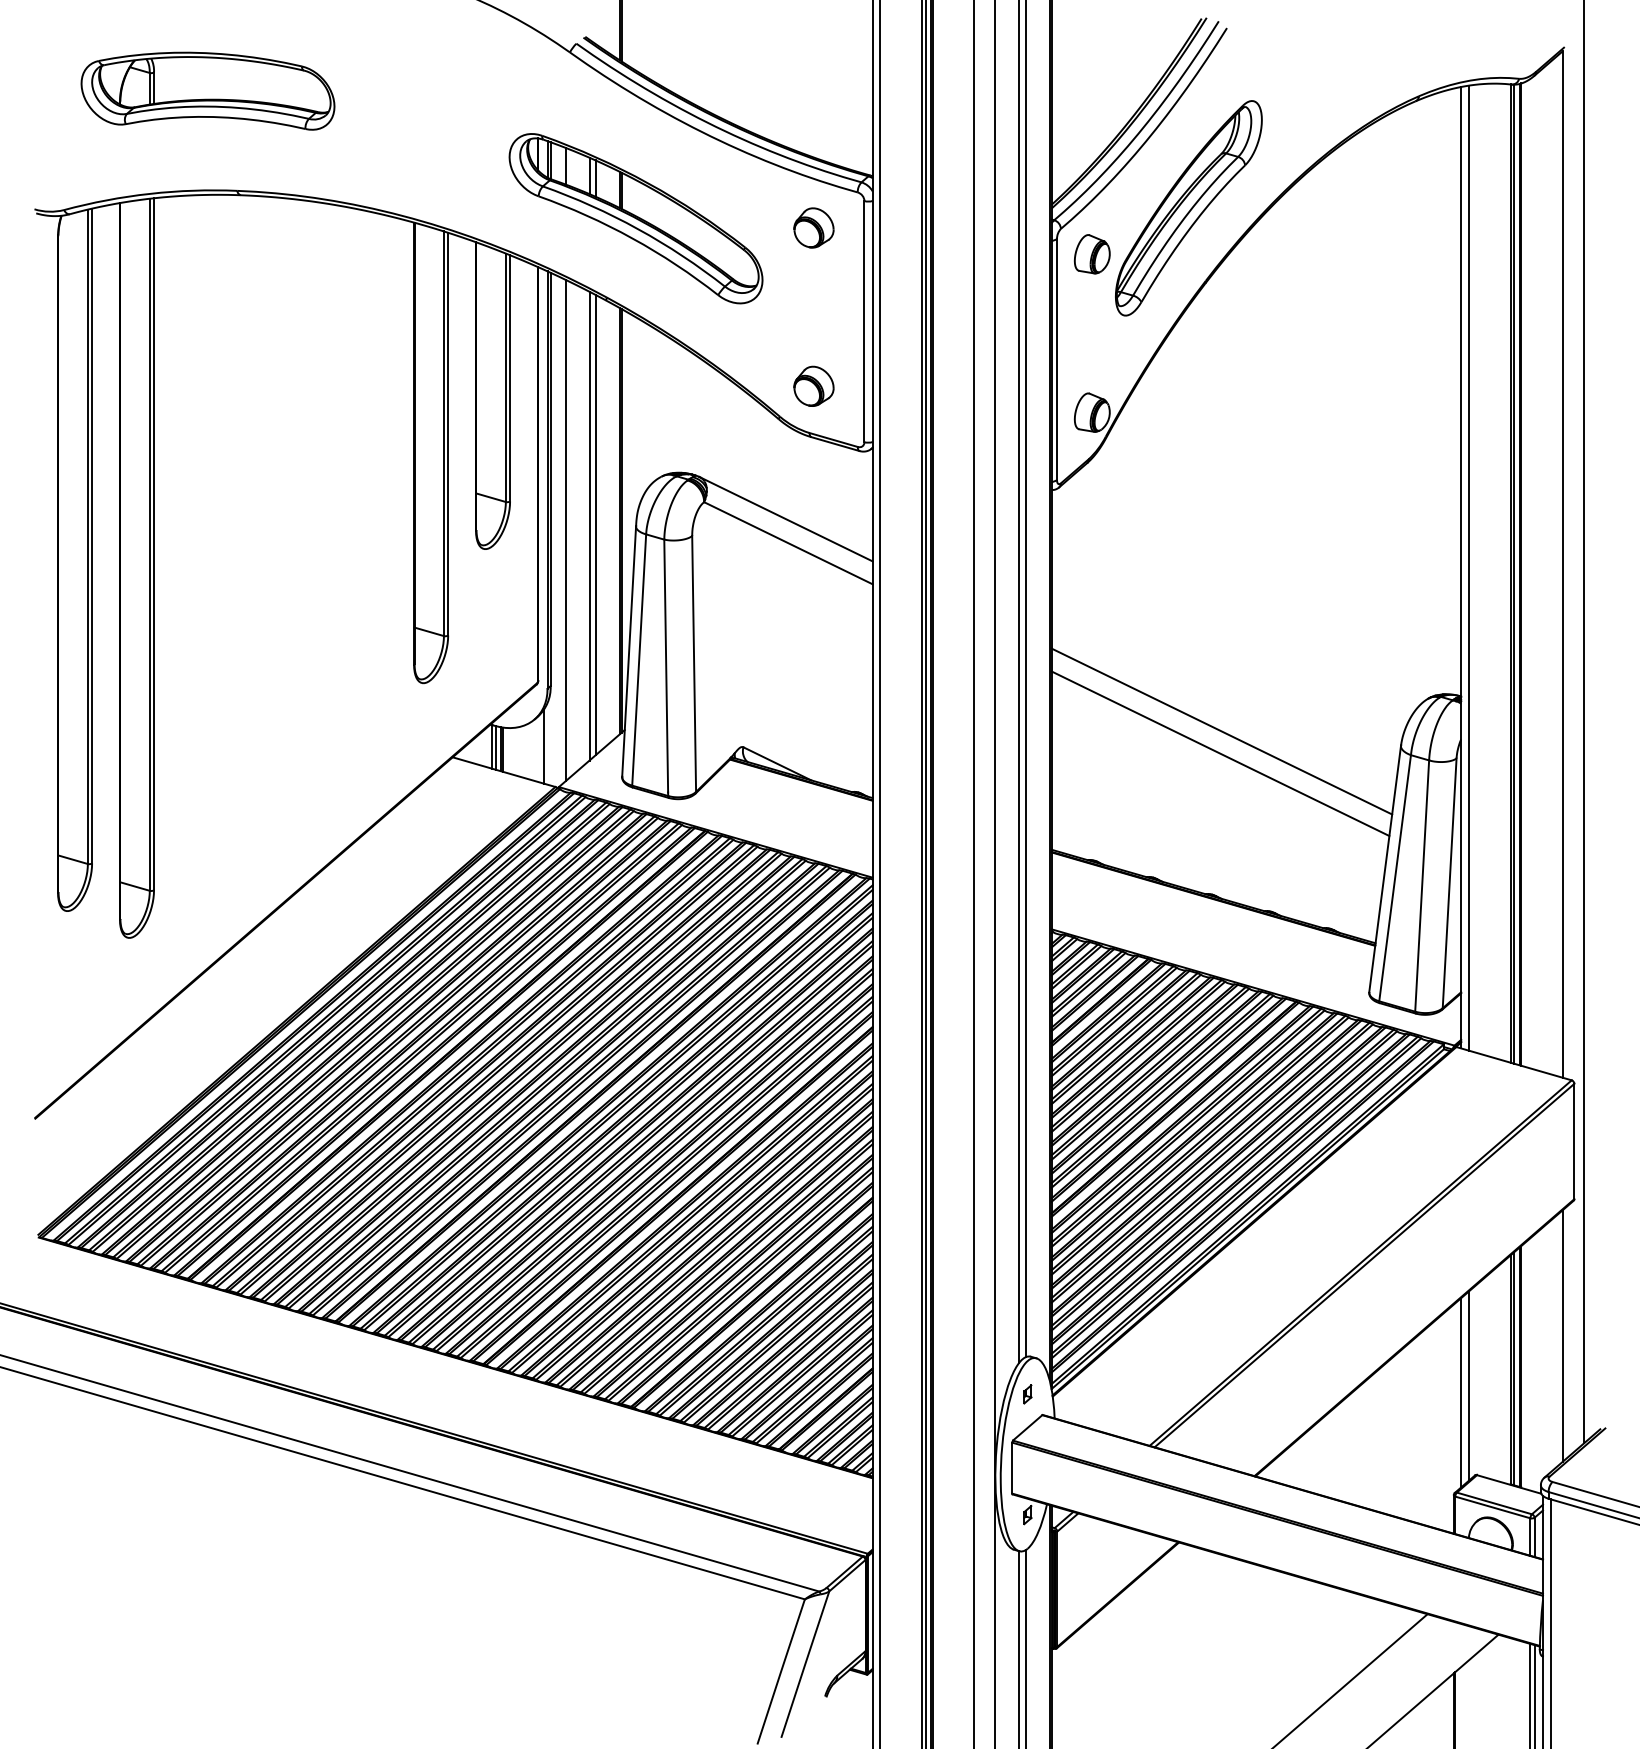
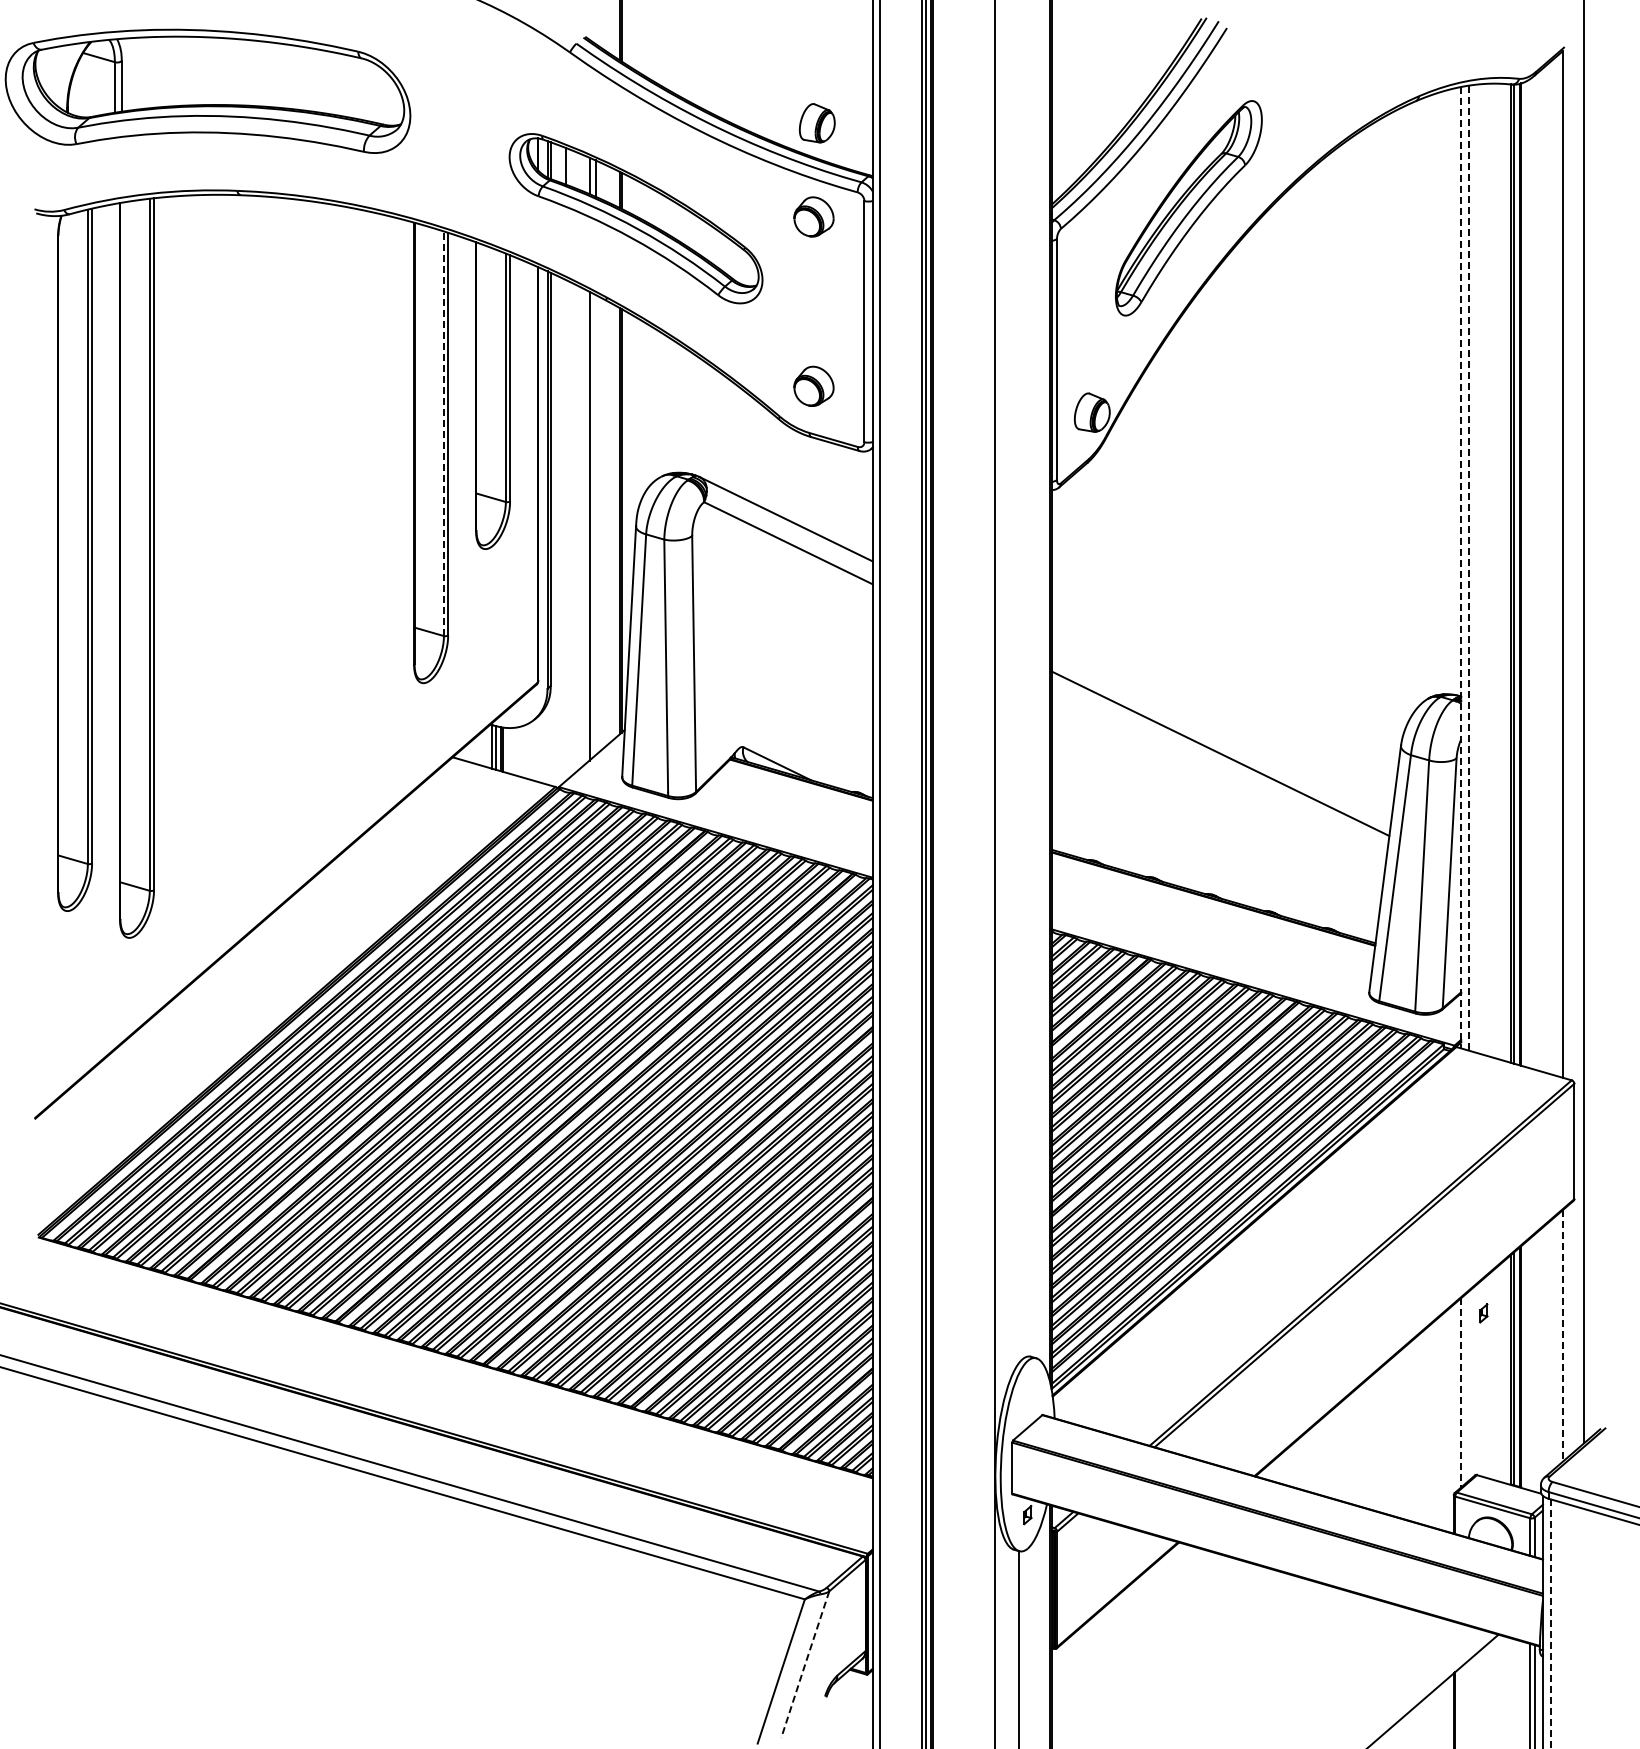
part at (207, 90) size: 256x80 px -> 408x126 px
part at (813, 227) position: (813, 227) -> (813, 216)
part at (1091, 254) position: (1091, 254) -> (816, 123)
line at (443, 433): solid -> dashed
line at (595, 525): present -> none
line at (565, 530): present -> none
line at (1461, 567): solid -> dashed
line at (1468, 568): solid -> dashed
line at (1025, 679): present -> none
line at (1019, 682): present -> none
line at (1221, 731): present -> none
line at (544, 746): present -> none
line at (974, 873): present -> none
line at (1562, 1335): solid -> dashed
line at (1468, 1385): present -> none
line at (1461, 1392): solid -> dashed
part at (1027, 1394) position: (1027, 1394) -> (1483, 1313)
line at (1550, 1624): solid -> dashed
line at (1025, 1647): present -> none
line at (805, 1664): solid -> dashed
line at (1351, 1679): present -> none
